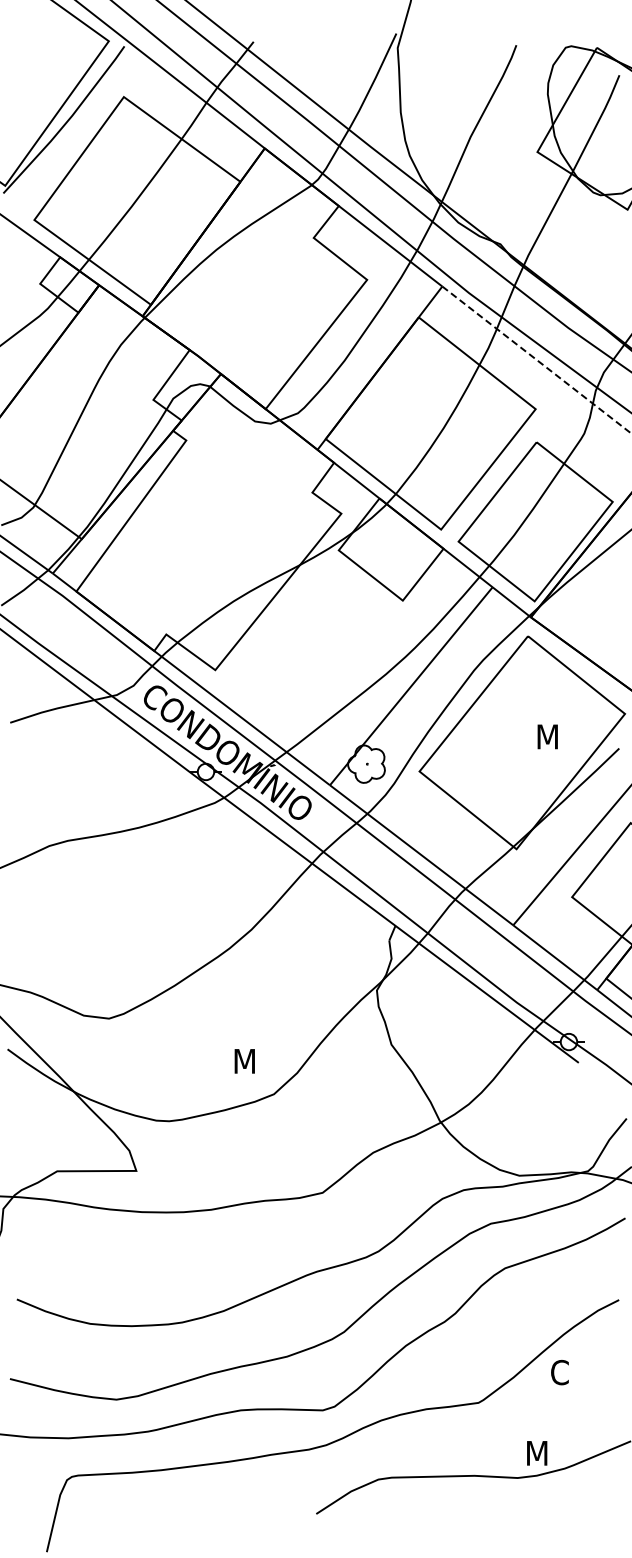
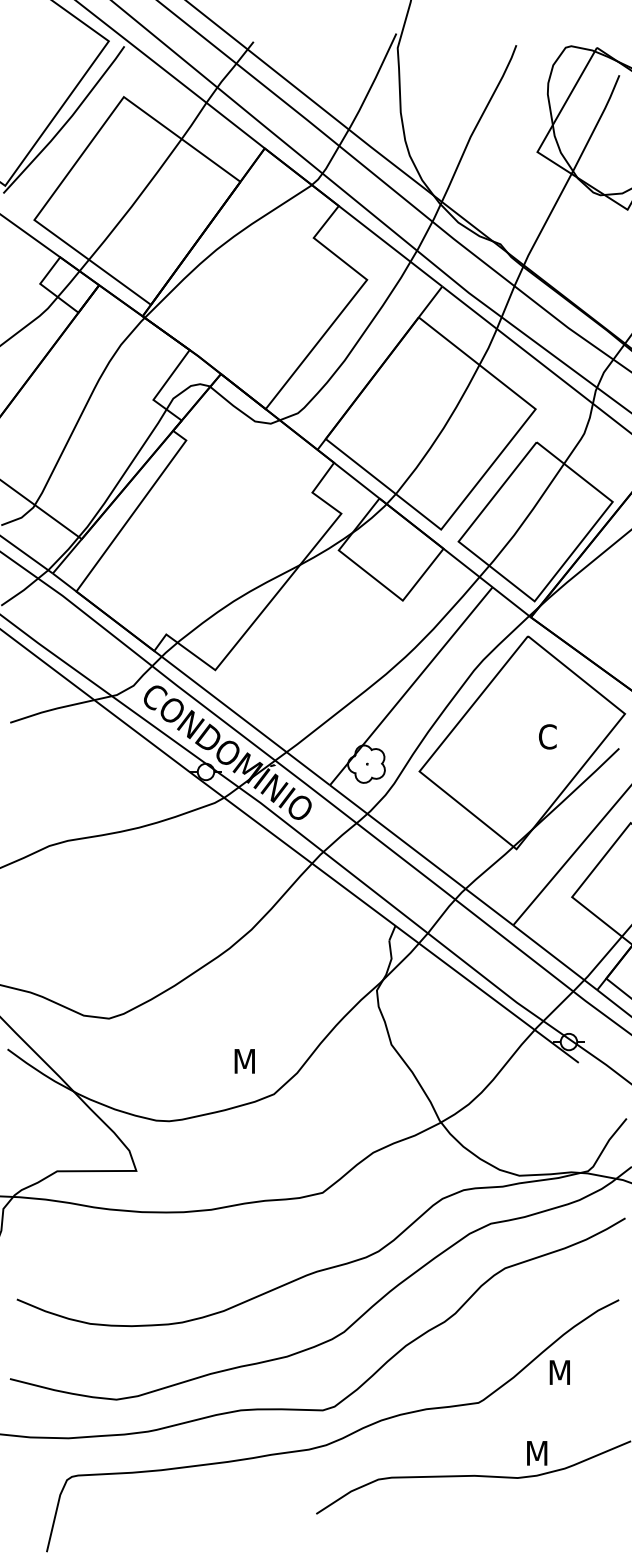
line at (537, 360): dashed -> solid
text at (547, 736): M -> C
text at (559, 1372): C -> M
